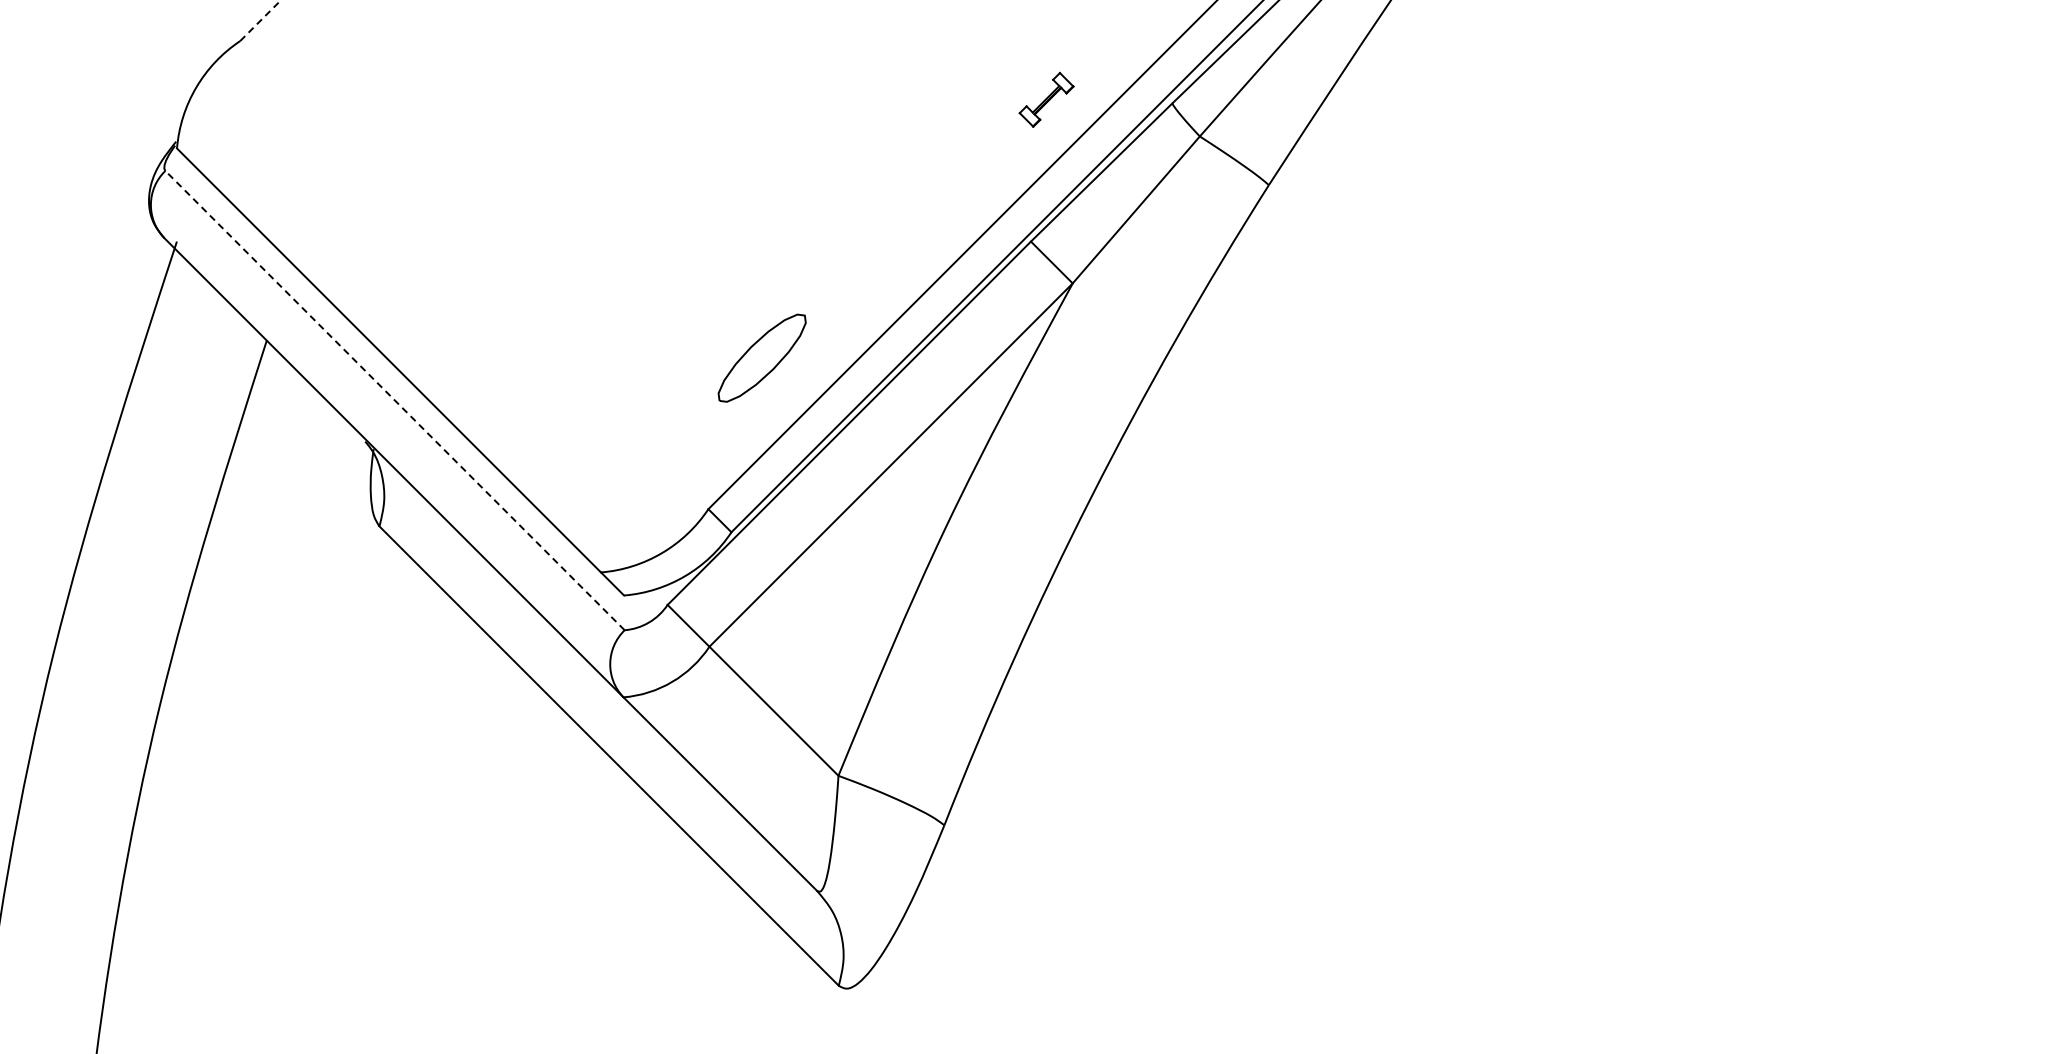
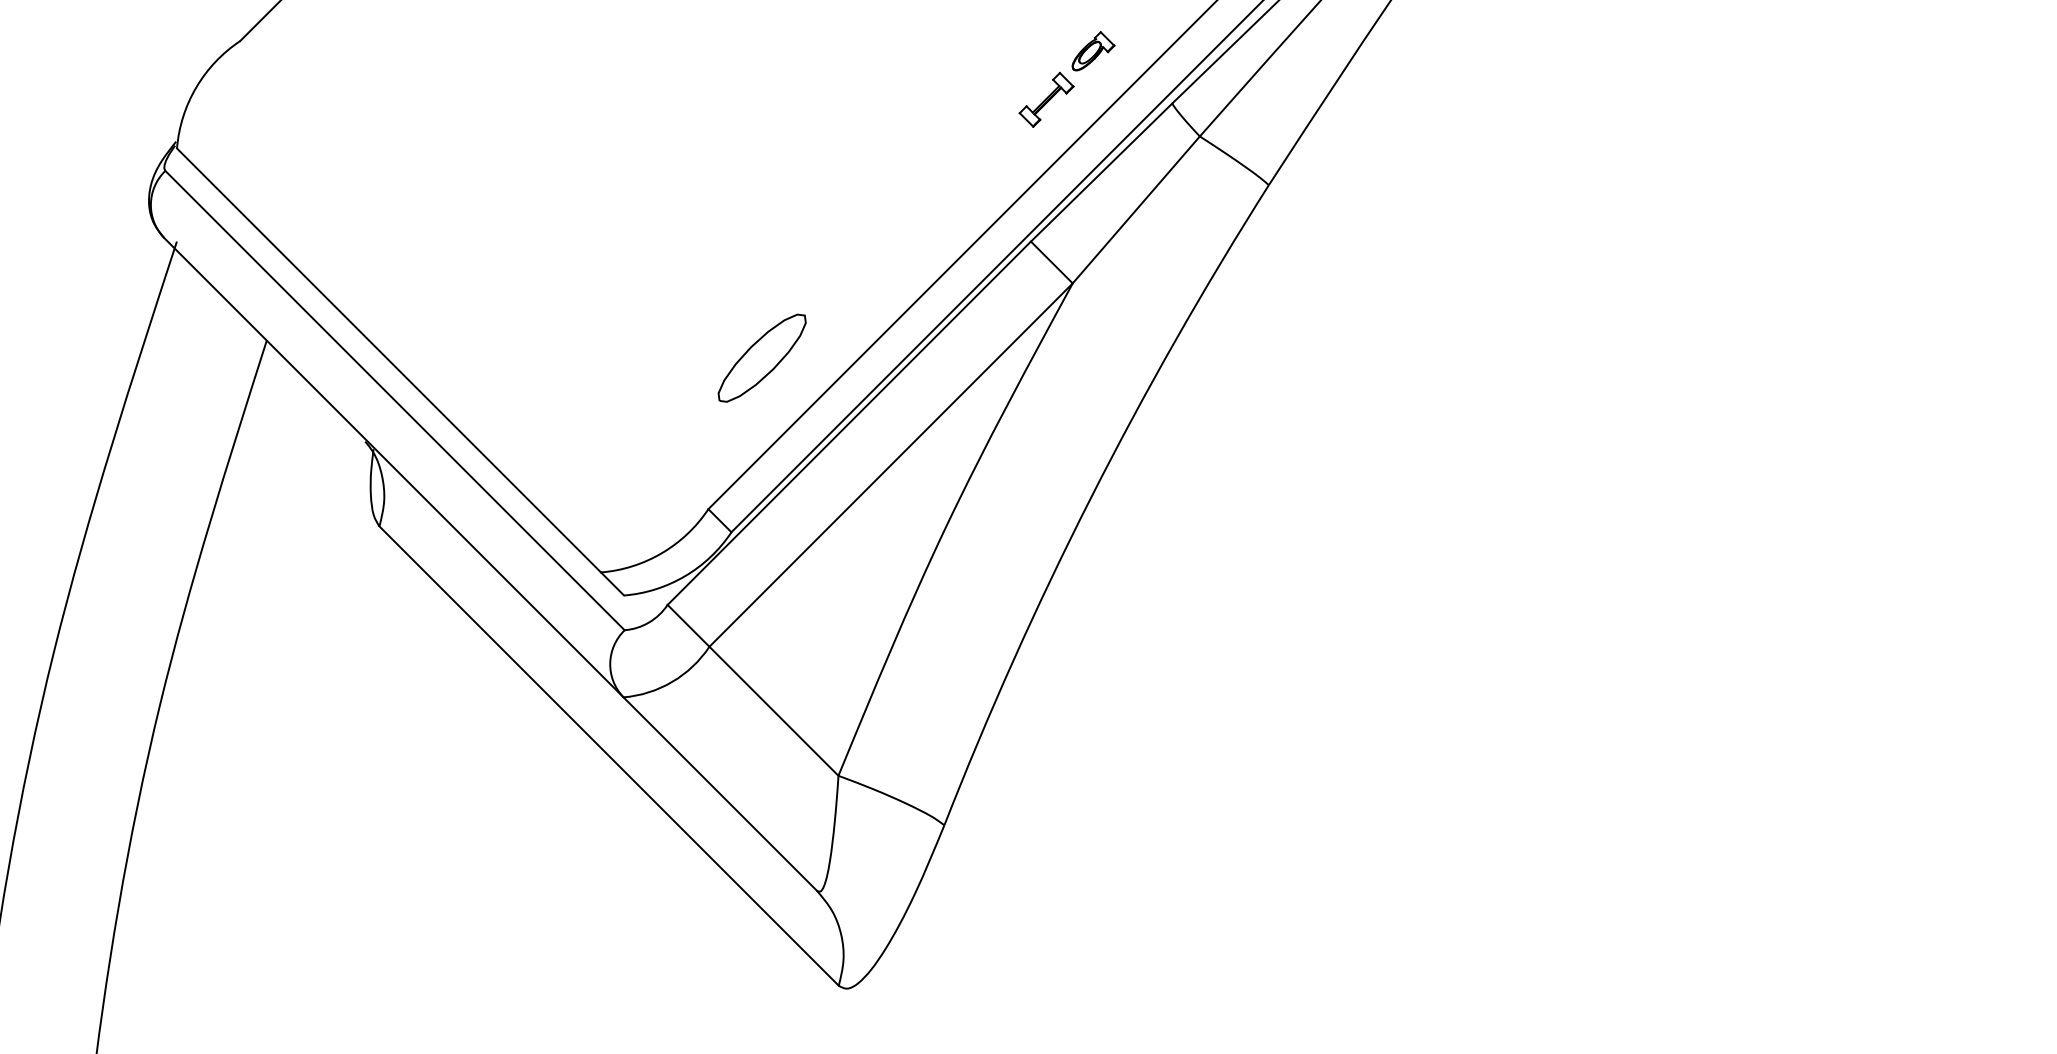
line at (260, 20): dashed -> solid
part at (1093, 51): none -> present
line at (395, 400): dashed -> solid
